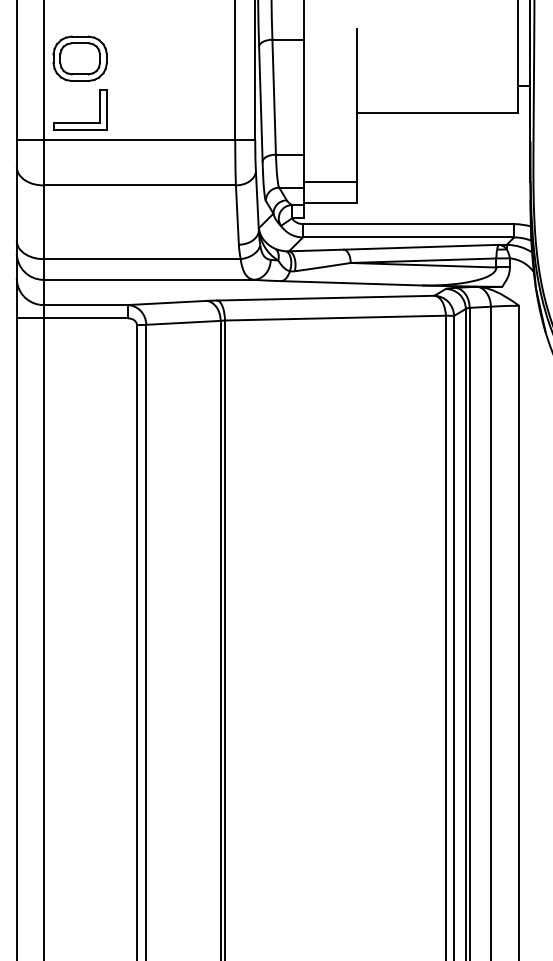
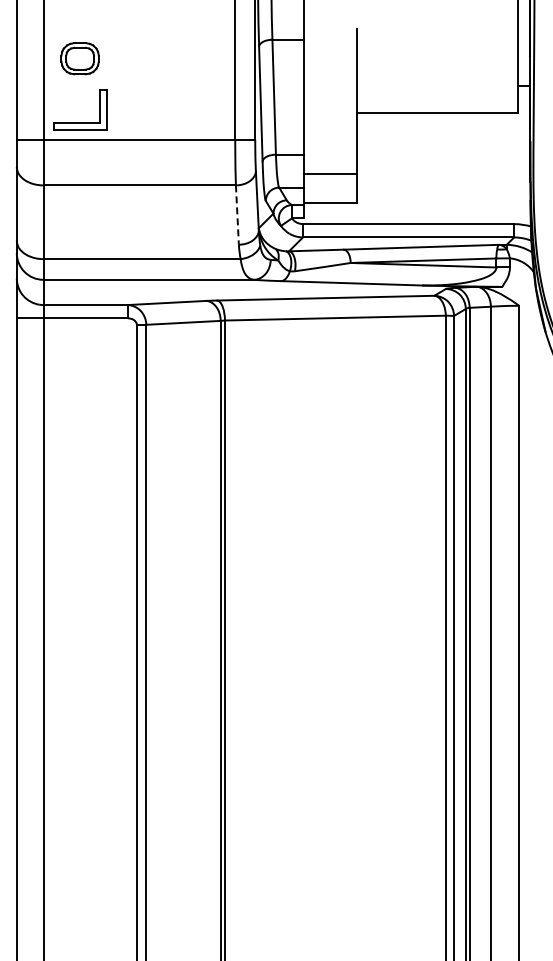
part at (79, 58) size: 56x47 px -> 40x34 px
line at (330, 181) position: (330, 181) -> (330, 173)
line at (237, 215): solid -> dashed
